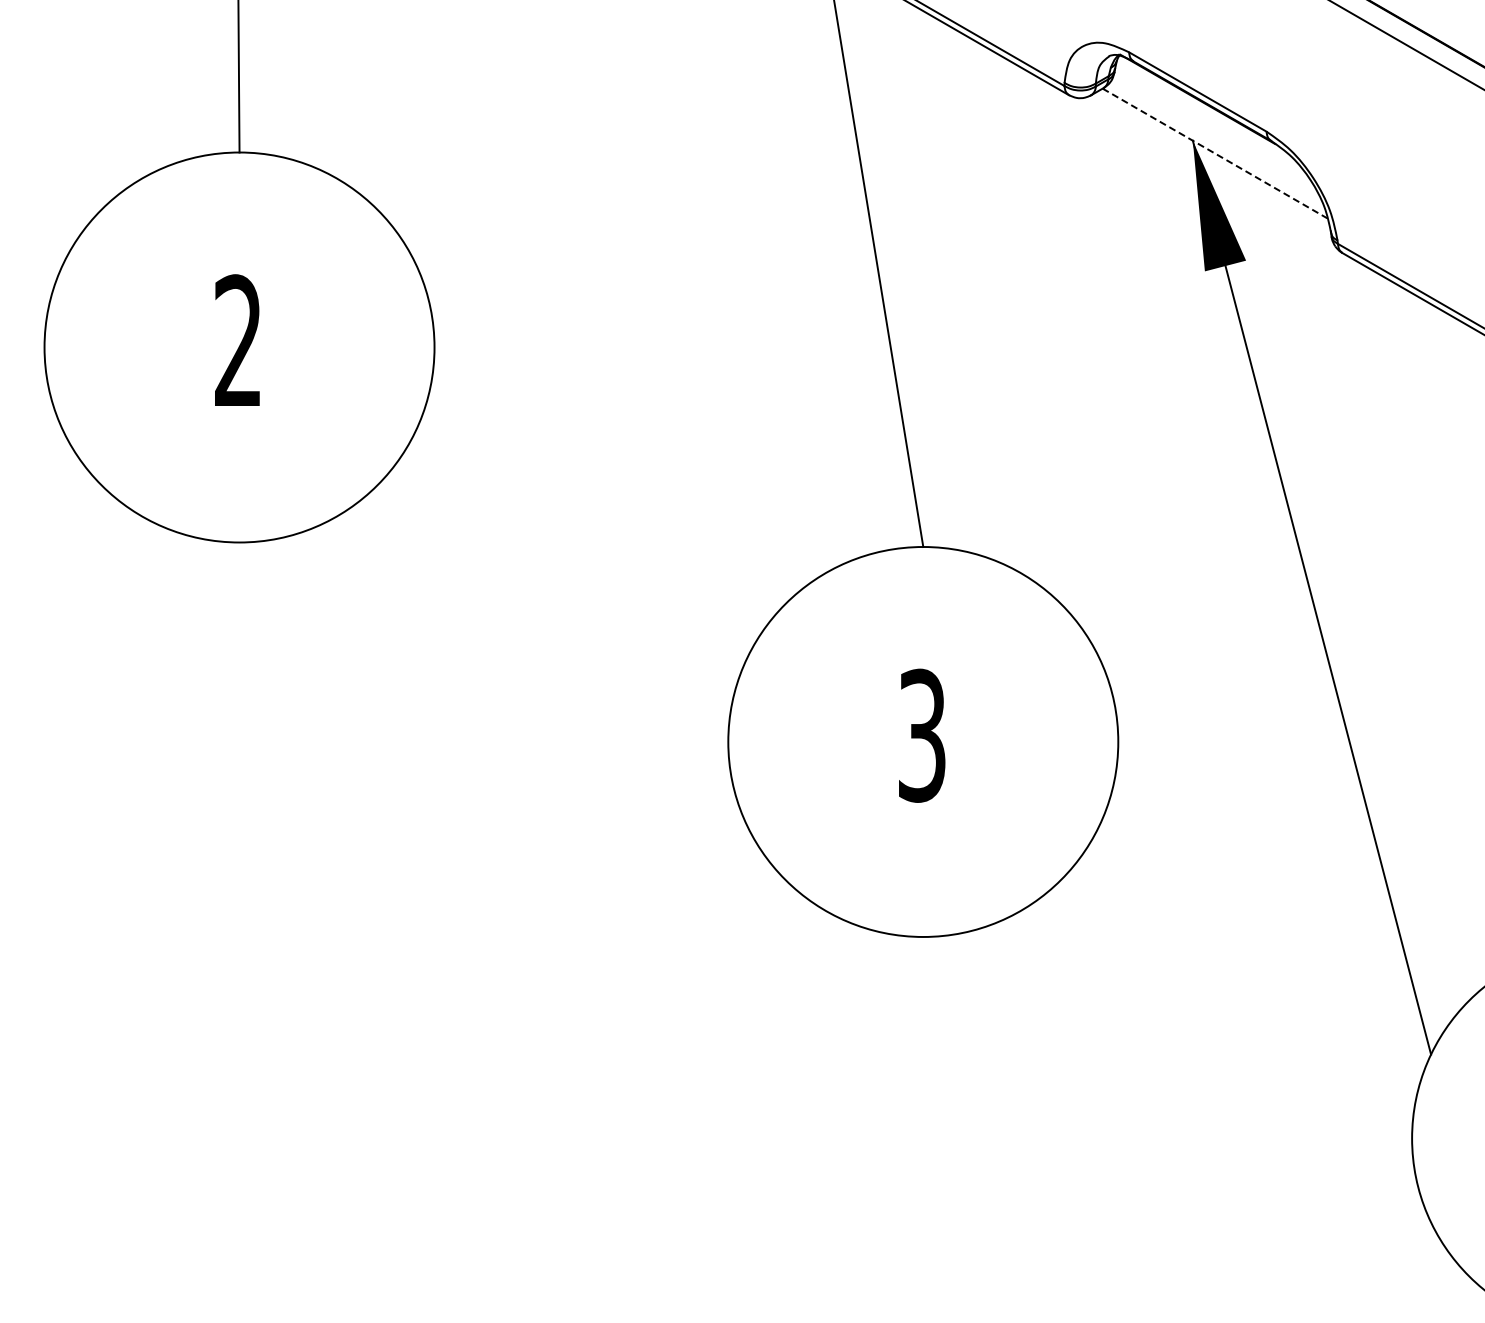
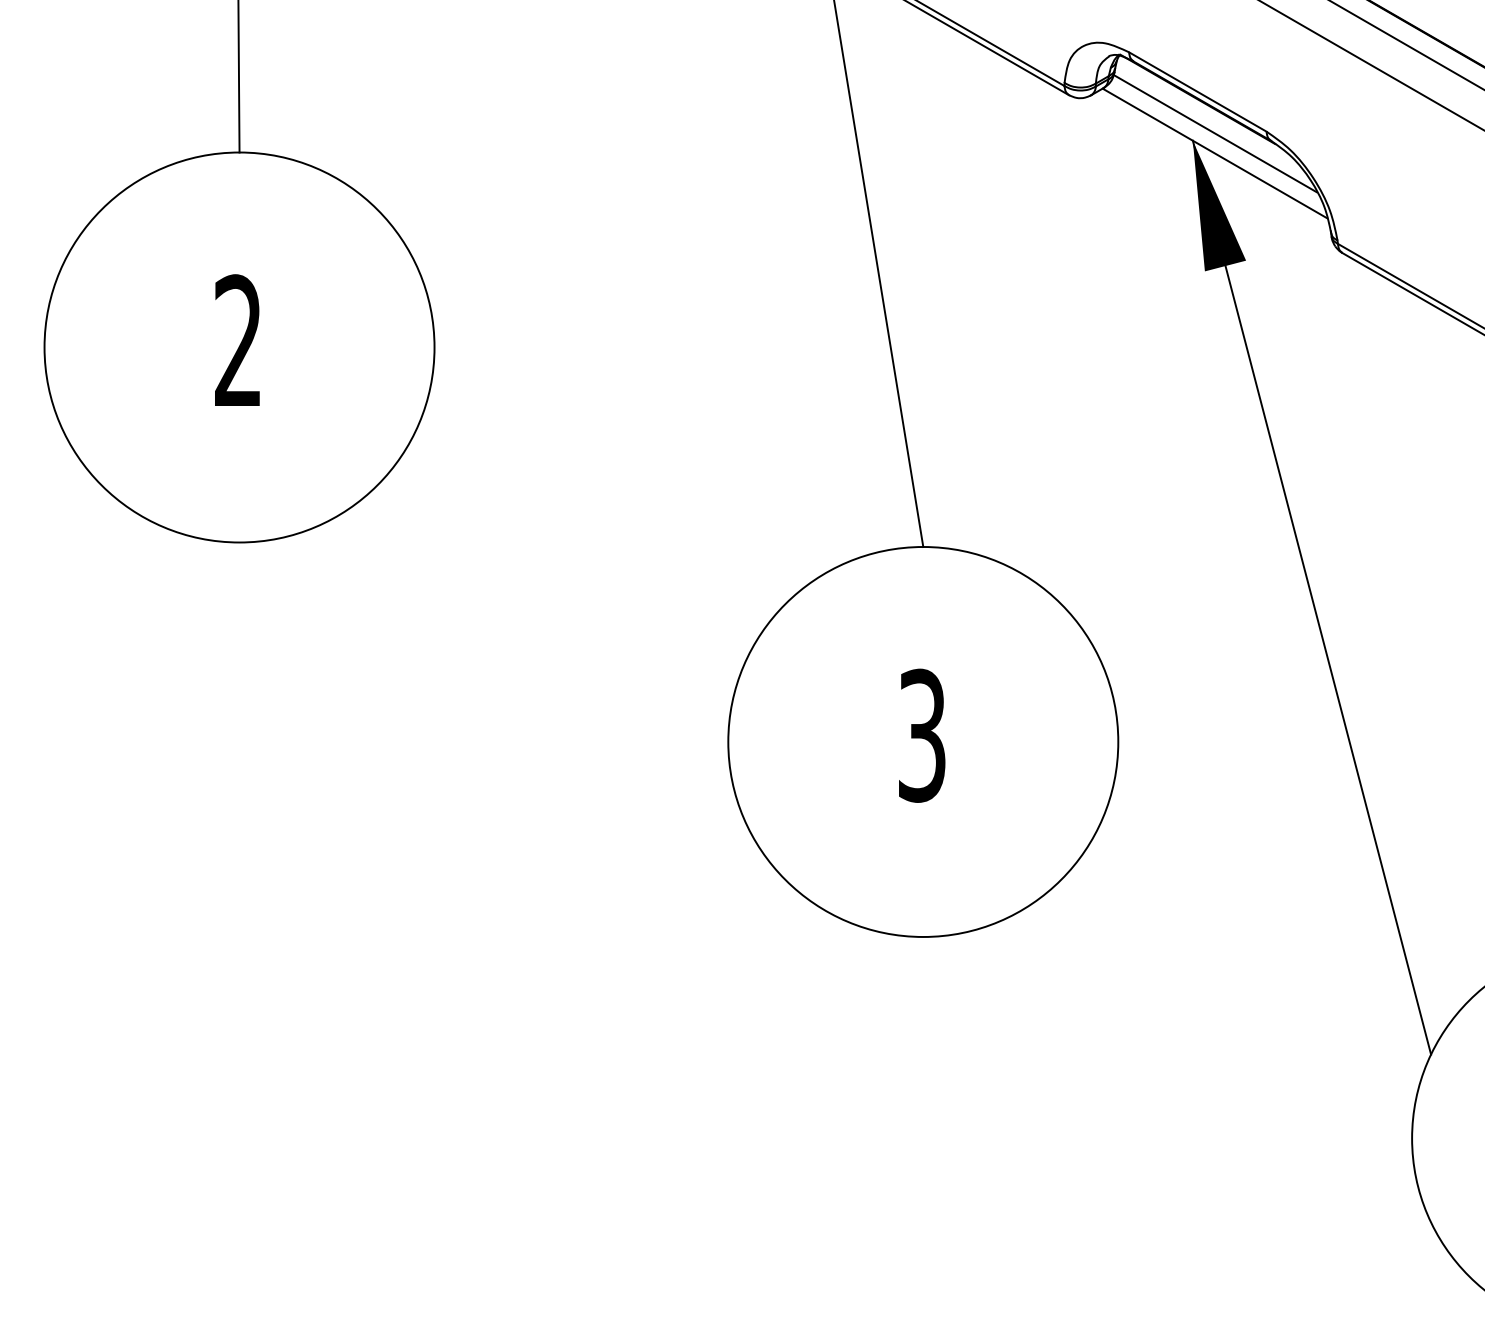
line at (1371, 65): none -> present
line at (1214, 133): none -> present
line at (1214, 153): dashed -> solid
